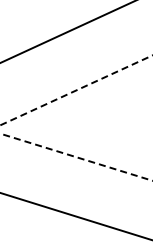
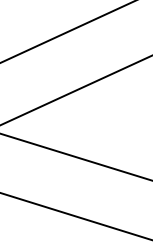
line at (76, 90): dashed -> solid
line at (76, 157): dashed -> solid
